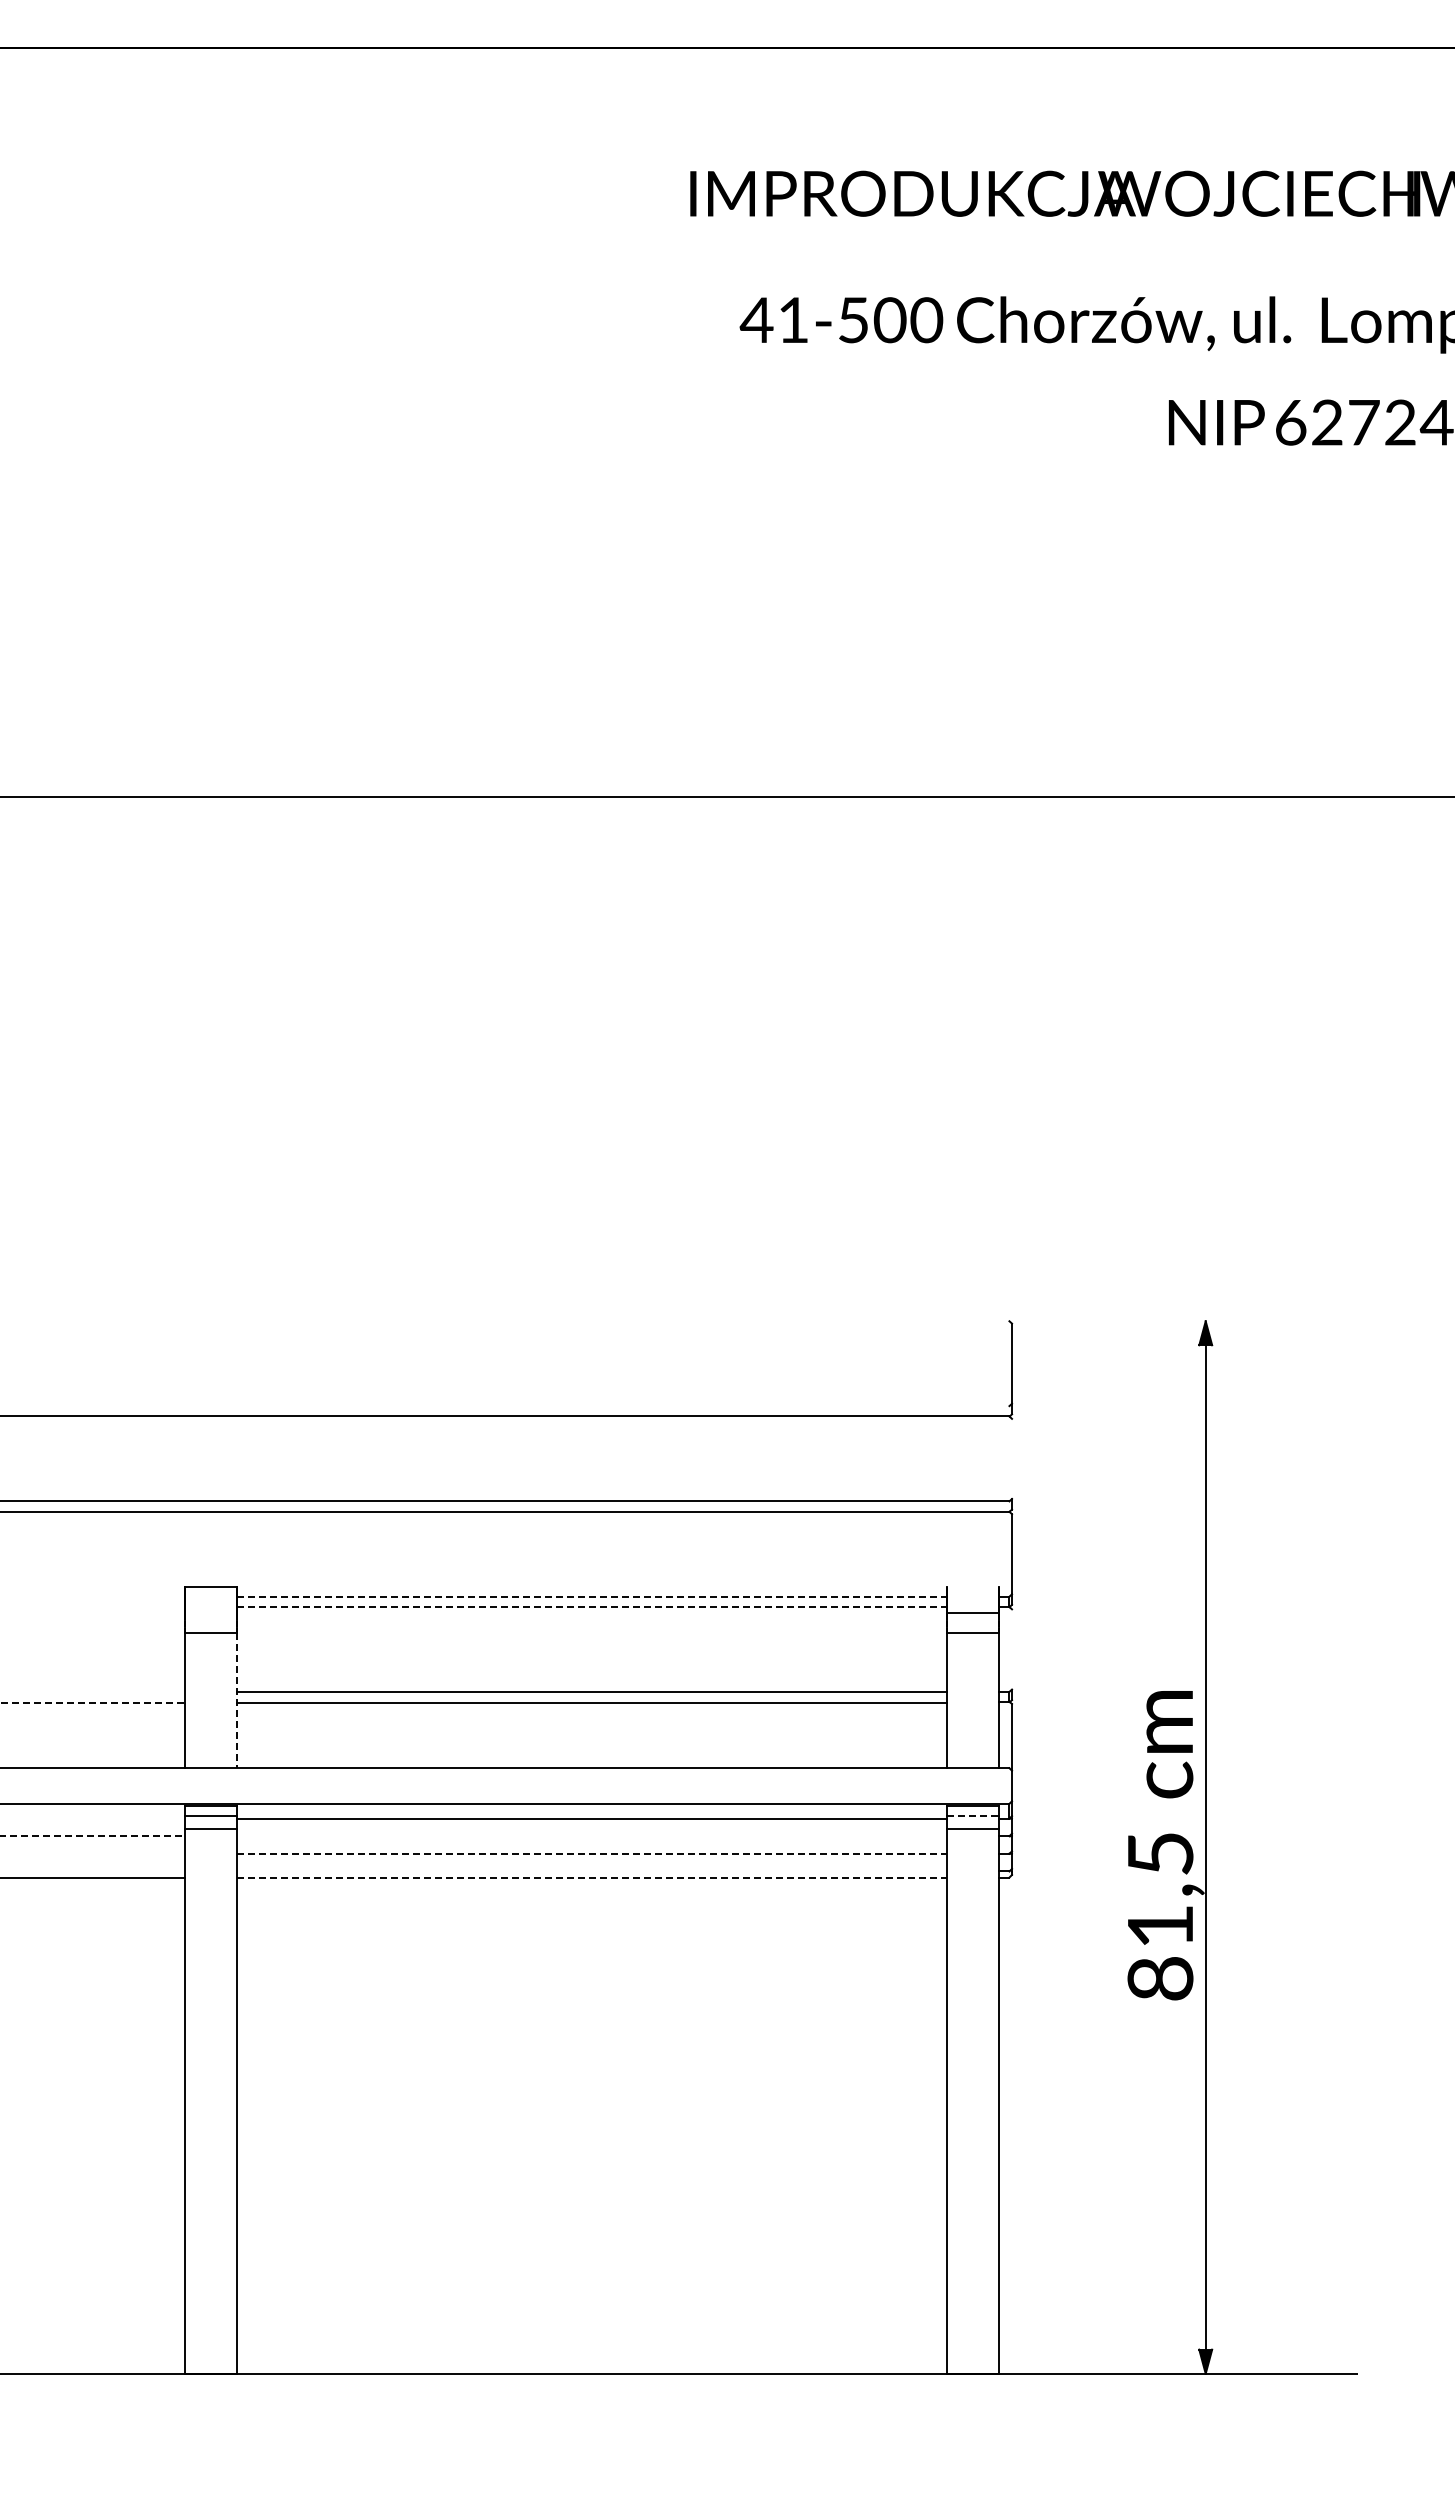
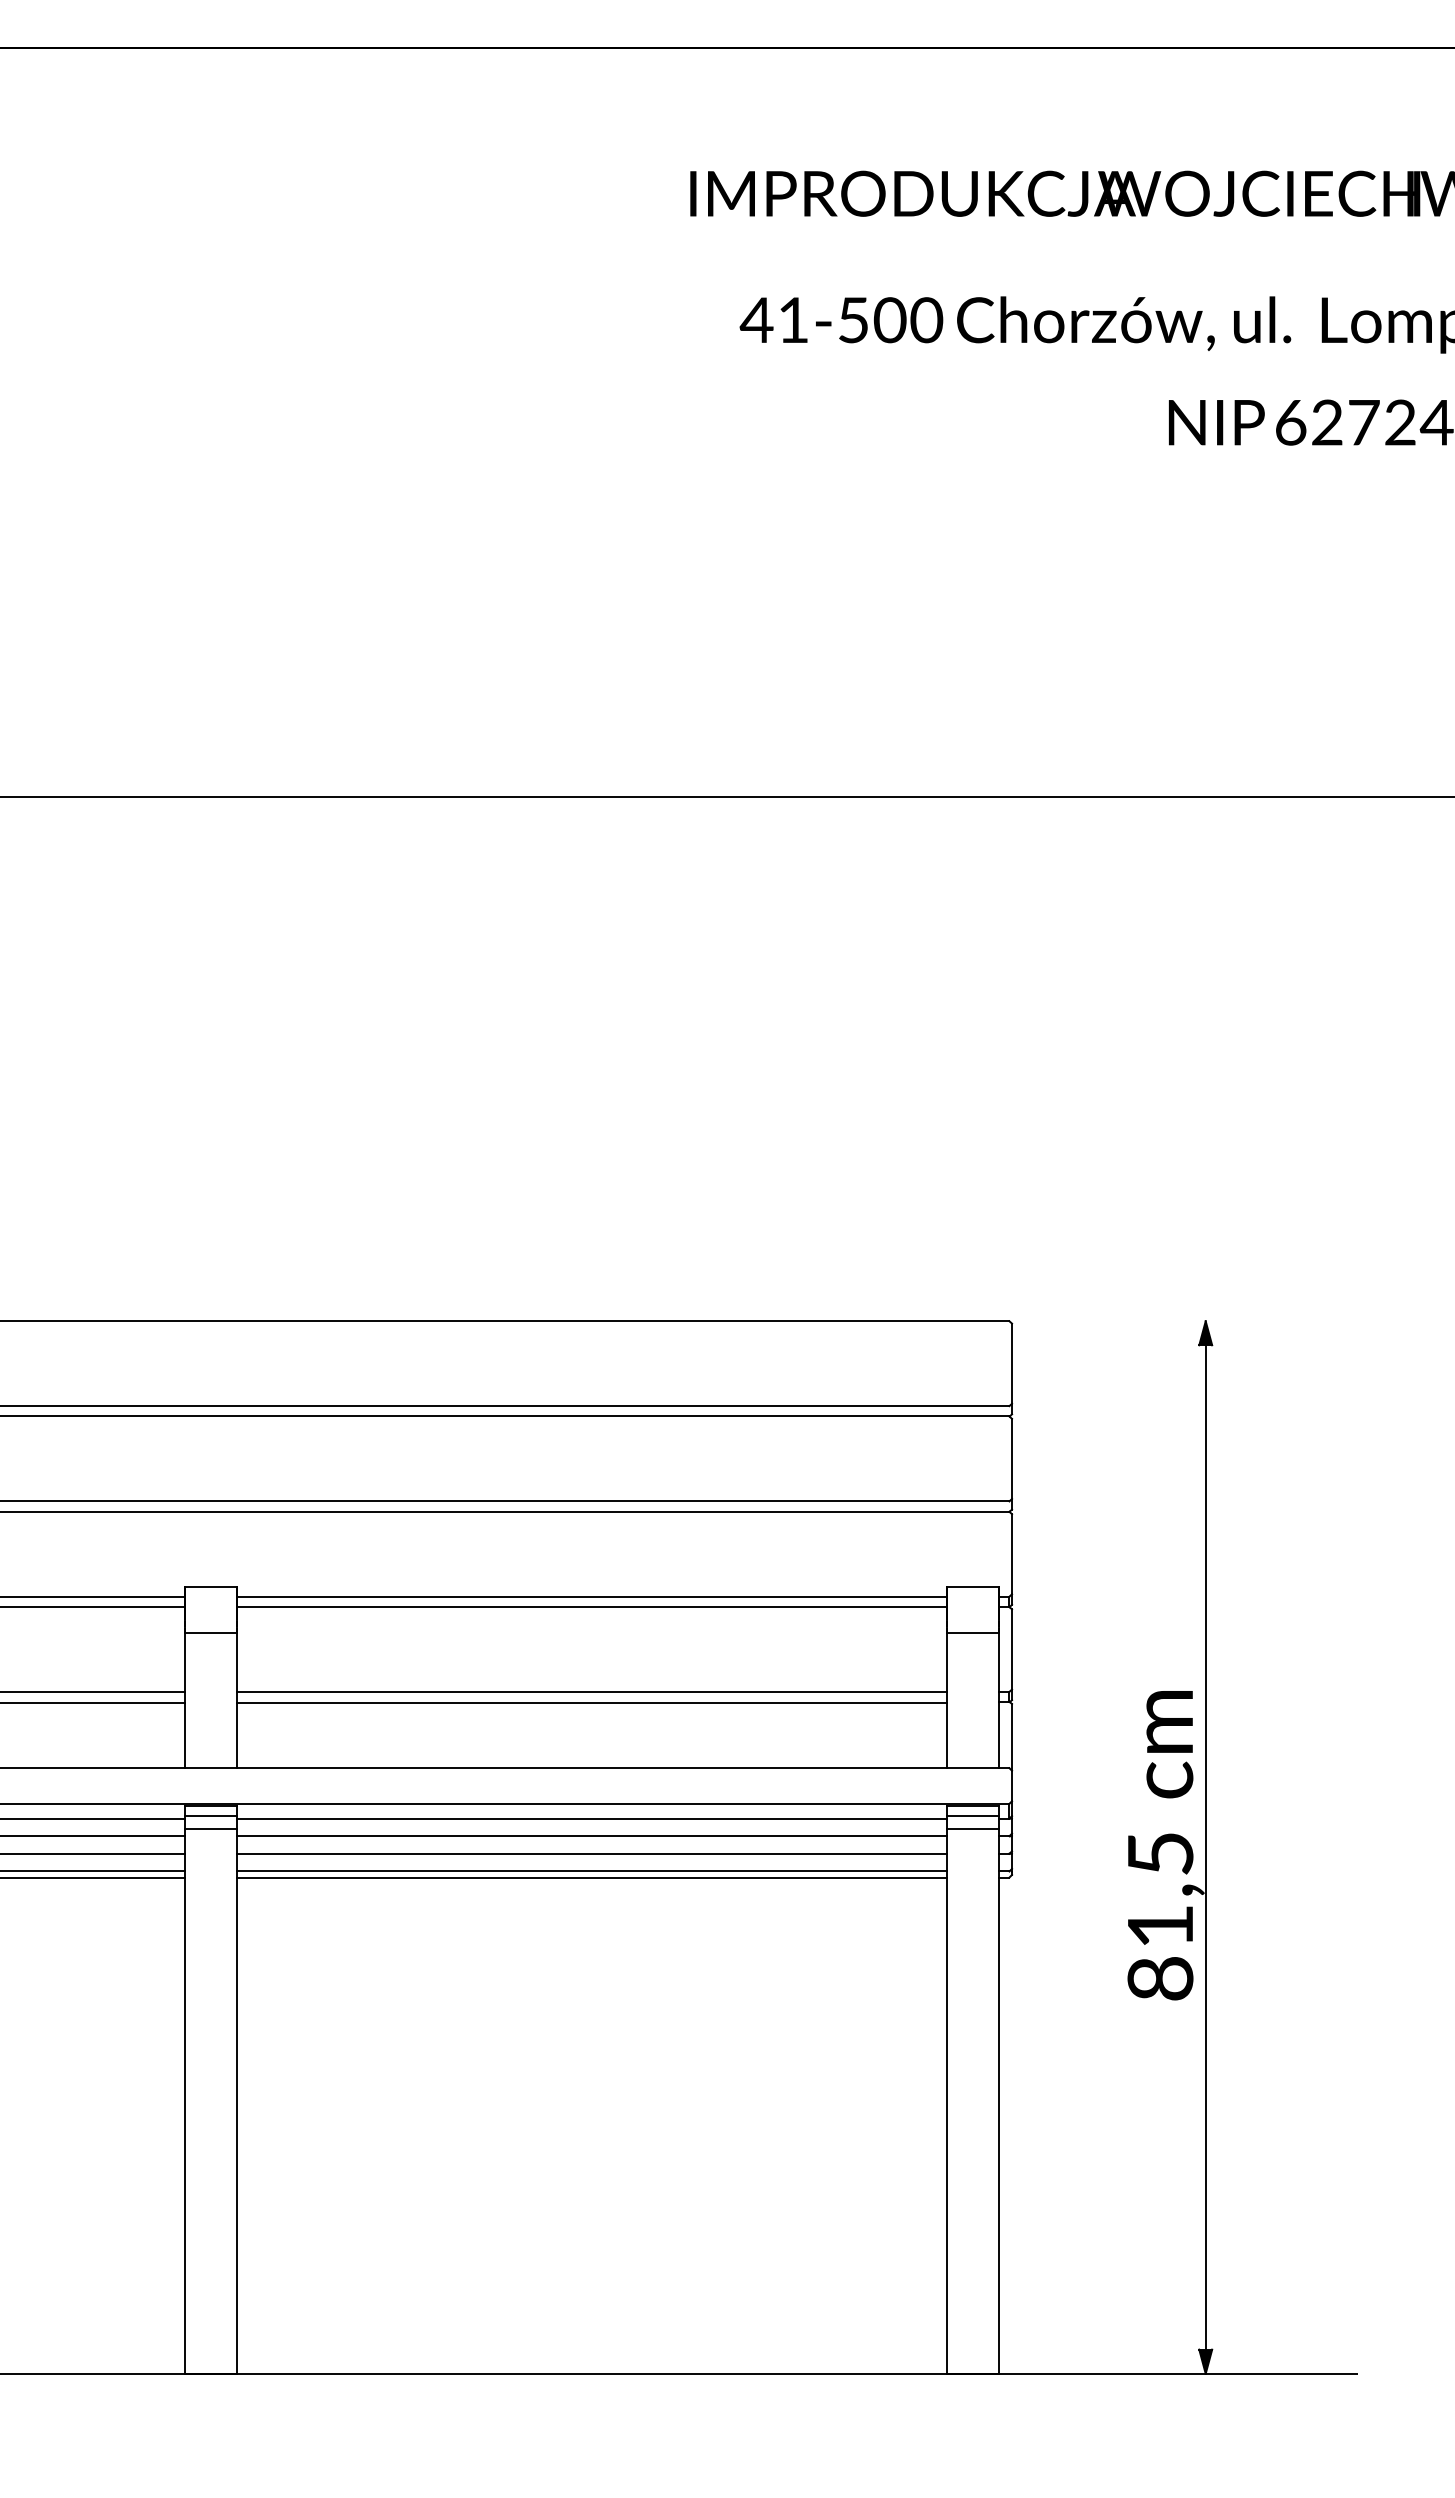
line at (505, 1321): none -> present
line at (505, 1406): none -> present
line at (1012, 1458): none -> present
line at (93, 1596): none -> present
line at (592, 1596): dashed -> solid
line at (93, 1607): none -> present
line at (592, 1607): dashed -> solid
line at (973, 1613) position: (973, 1613) -> (973, 1587)
line at (1012, 1649): none -> present
line at (93, 1691): none -> present
line at (237, 1701): dashed -> solid
line at (93, 1702): dashed -> solid
line at (973, 1815): dashed -> solid
line at (93, 1818): none -> present
line at (93, 1836): dashed -> solid
line at (592, 1836): none -> present
line at (93, 1853): none -> present
line at (592, 1853): dashed -> solid
line at (93, 1871): none -> present
line at (592, 1871): none -> present
line at (592, 1877): dashed -> solid
